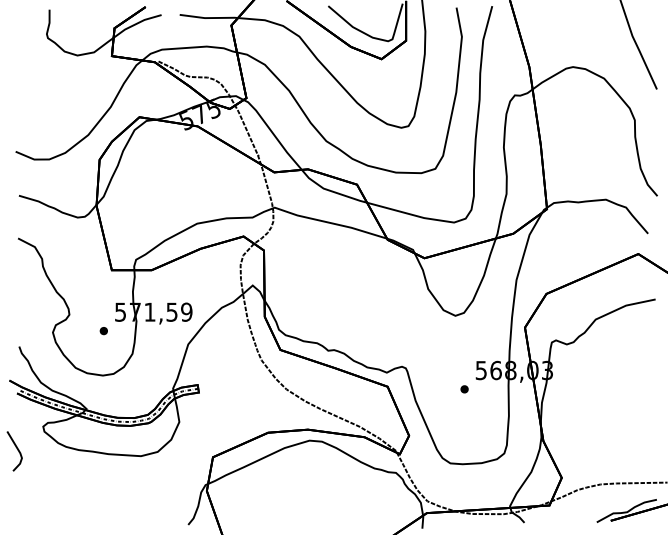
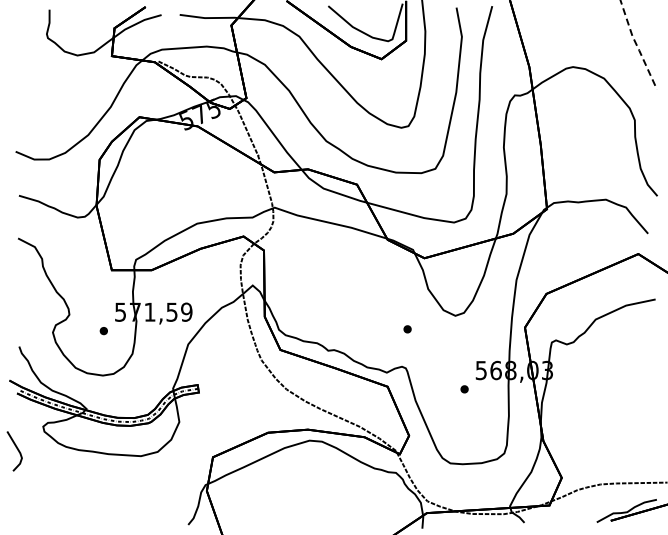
line at (637, 46): solid -> dashed
part at (407, 329): none -> present
